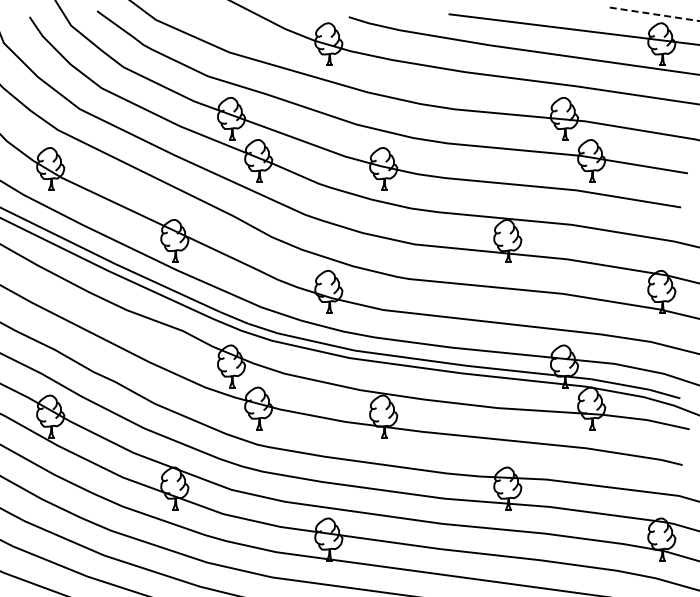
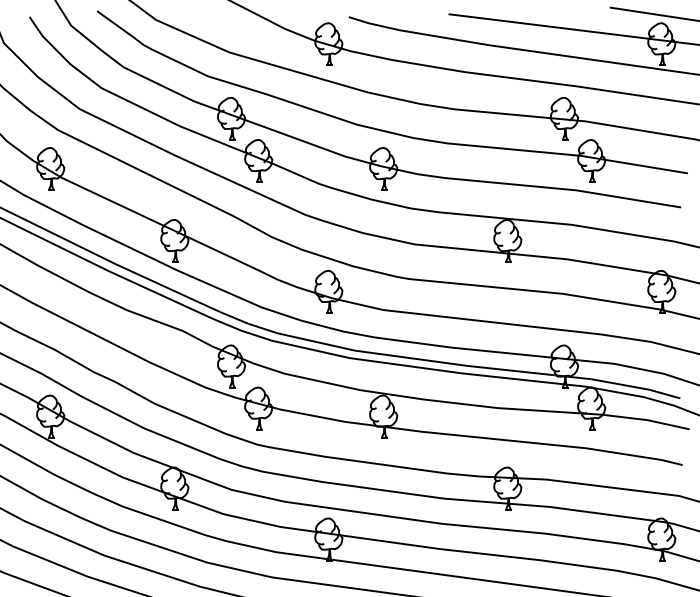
line at (655, 14): dashed -> solid
